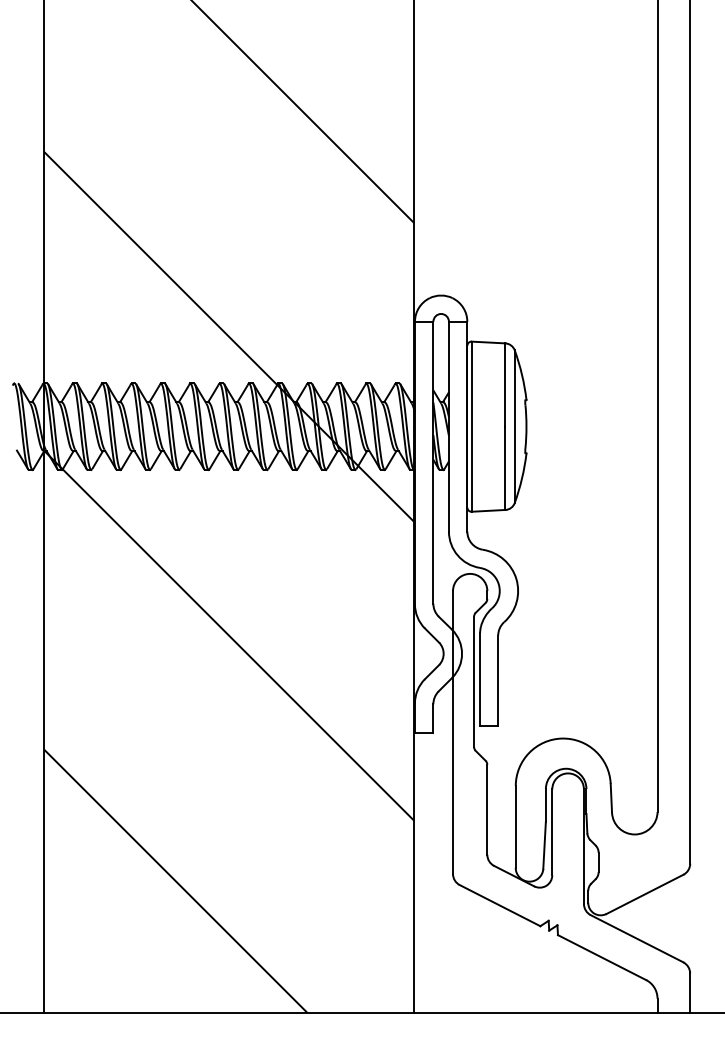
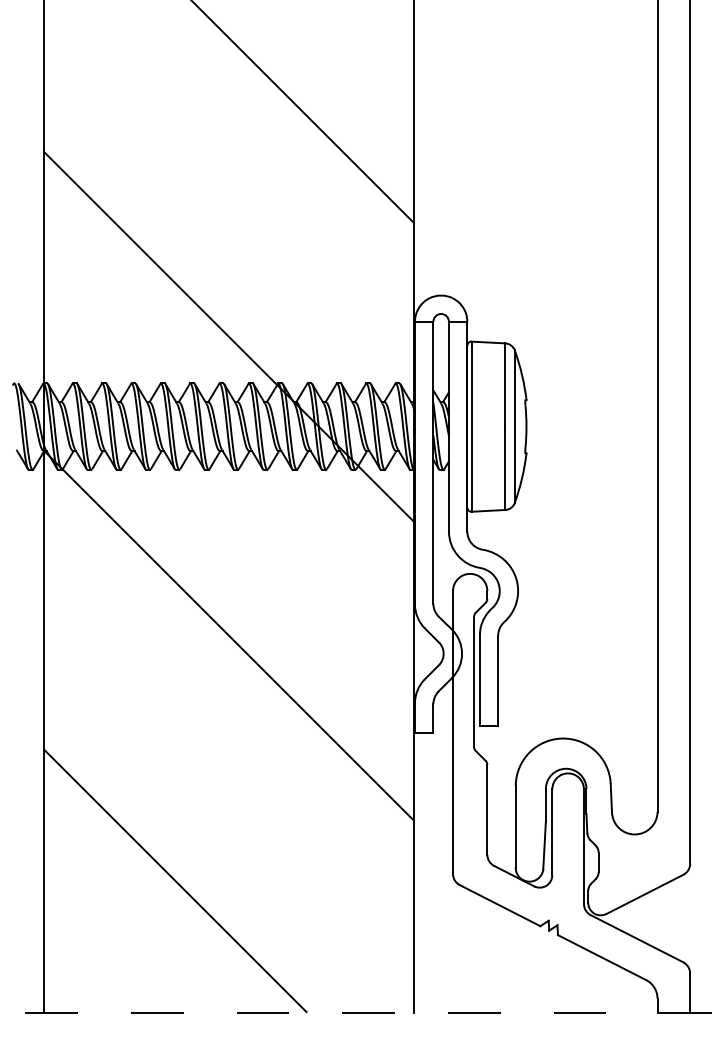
line at (362, 1012): solid -> dashed
